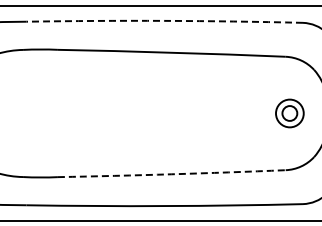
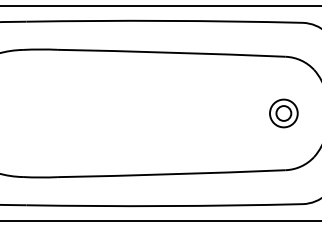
arc at (164, 20): dashed -> solid
part at (289, 113) position: (289, 113) -> (283, 113)
arc at (171, 174): dashed -> solid
